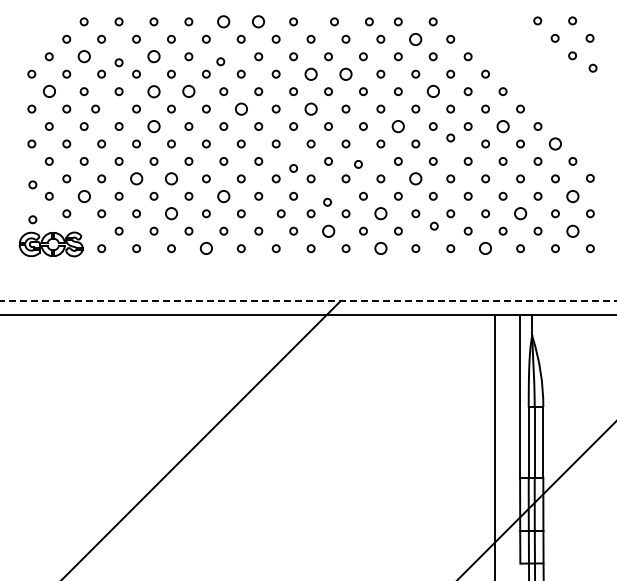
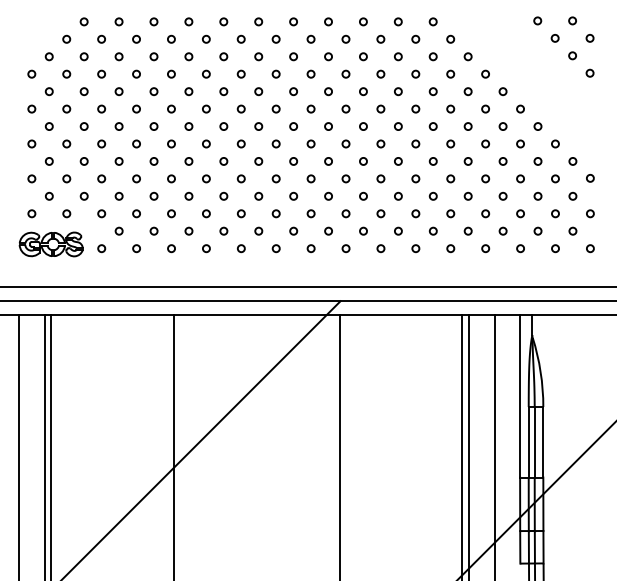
circle at (223, 21) size: 14x14 px -> 10x10 px
circle at (258, 21) size: 13x14 px -> 10x10 px
circle at (334, 21) position: (334, 21) -> (328, 21)
circle at (369, 21) position: (369, 21) -> (363, 21)
circle at (415, 39) size: 14x13 px -> 10x10 px
circle at (83, 56) size: 14x14 px -> 10x10 px
circle at (153, 56) size: 14x14 px -> 10x10 px
circle at (220, 61) position: (220, 61) -> (223, 56)
circle at (118, 62) position: (118, 62) -> (118, 56)
circle at (592, 67) position: (592, 67) -> (589, 72)
circle at (310, 73) size: 14x14 px -> 10x10 px
circle at (345, 73) size: 14x14 px -> 10x10 px
circle at (49, 90) size: 13x14 px -> 10x10 px
circle at (432, 90) size: 14x14 px -> 10x10 px
circle at (153, 91) size: 14x14 px -> 10x9 px
circle at (188, 91) size: 14x13 px -> 10x10 px
circle at (95, 108) position: (95, 108) -> (101, 108)
circle at (241, 108) size: 13x14 px -> 10x10 px
circle at (310, 108) size: 14x14 px -> 10x10 px
circle at (153, 126) size: 14x14 px -> 10x9 px
circle at (397, 126) size: 14x14 px -> 9x9 px
circle at (502, 126) size: 14x14 px -> 10x9 px
circle at (450, 137) position: (450, 137) -> (450, 143)
circle at (554, 143) size: 14x14 px -> 9x10 px
circle at (358, 164) position: (358, 164) -> (363, 161)
circle at (293, 168) position: (293, 168) -> (293, 161)
circle at (136, 178) size: 14x14 px -> 9x10 px
circle at (171, 178) size: 13x14 px -> 9x10 px
circle at (415, 178) size: 14x14 px -> 10x10 px
circle at (32, 184) position: (32, 184) -> (31, 178)
circle at (83, 196) size: 14x14 px -> 10x10 px
circle at (223, 196) size: 14x13 px -> 10x10 px
circle at (572, 196) size: 14x13 px -> 10x10 px
circle at (327, 201) position: (327, 201) -> (328, 195)
circle at (171, 213) size: 13x14 px -> 9x10 px
circle at (280, 213) position: (280, 213) -> (275, 213)
circle at (380, 213) size: 14x14 px -> 10x10 px
circle at (520, 213) size: 14x14 px -> 9x10 px
circle at (32, 219) position: (32, 219) -> (31, 213)
circle at (433, 225) position: (433, 225) -> (432, 230)
circle at (328, 230) size: 14x14 px -> 9x10 px
circle at (572, 230) size: 14x14 px -> 10x10 px
circle at (205, 248) size: 14x13 px -> 9x10 px
circle at (380, 248) size: 14x13 px -> 10x10 px
circle at (485, 248) size: 13x13 px -> 10x10 px
line at (307, 287): none -> present
line at (308, 301): dashed -> solid
line at (18, 446): none -> present
line at (44, 446): none -> present
line at (51, 446): none -> present
line at (174, 446): none -> present
line at (339, 446): none -> present
line at (462, 446): none -> present
line at (468, 446): none -> present
